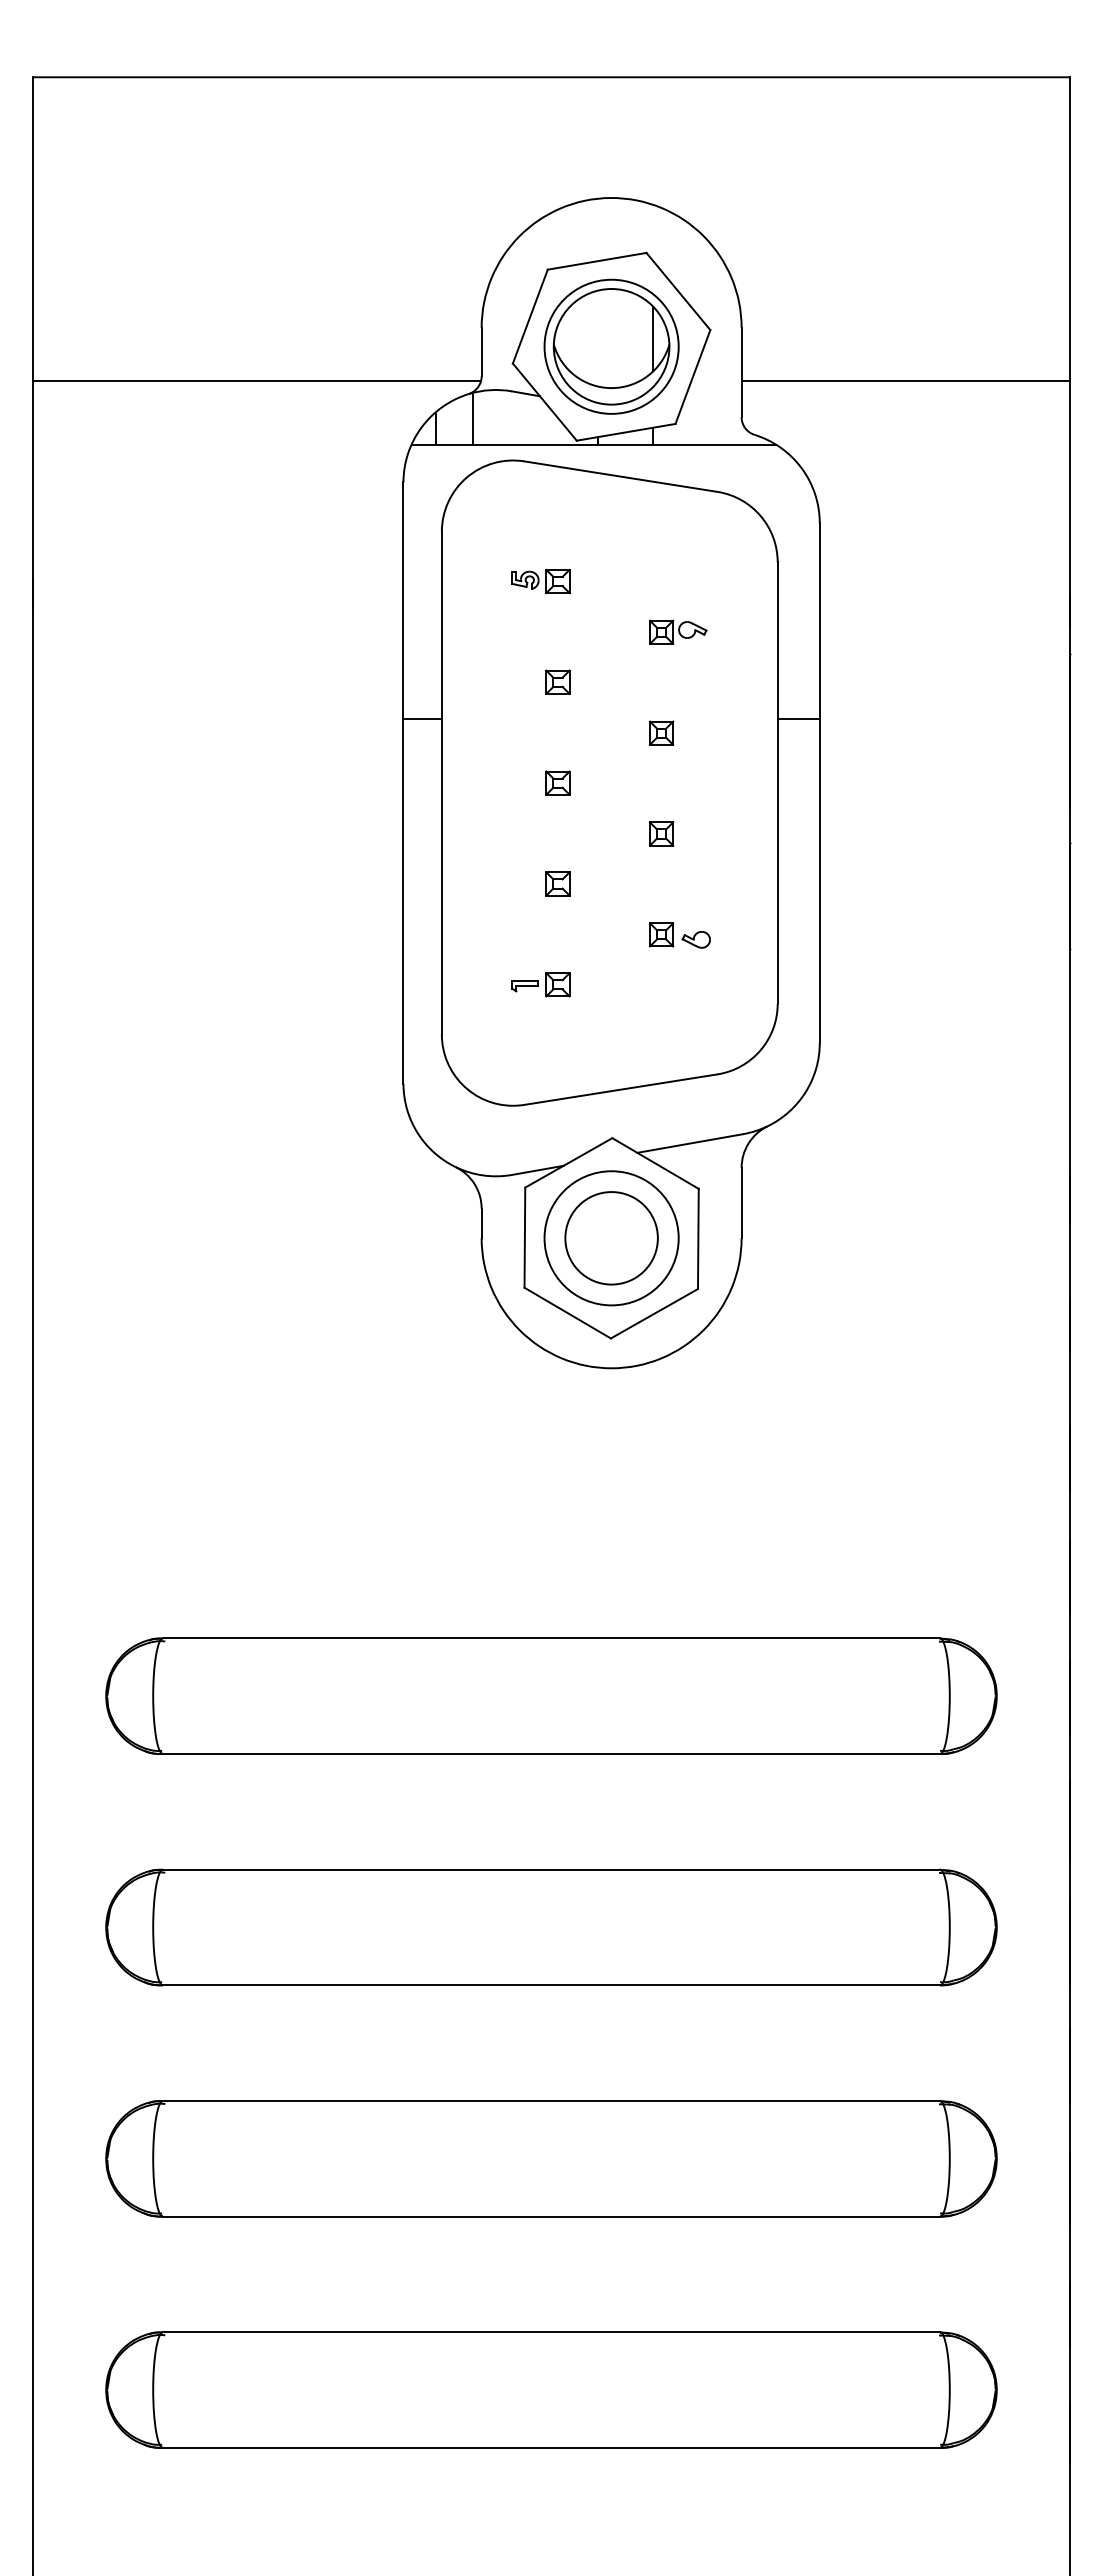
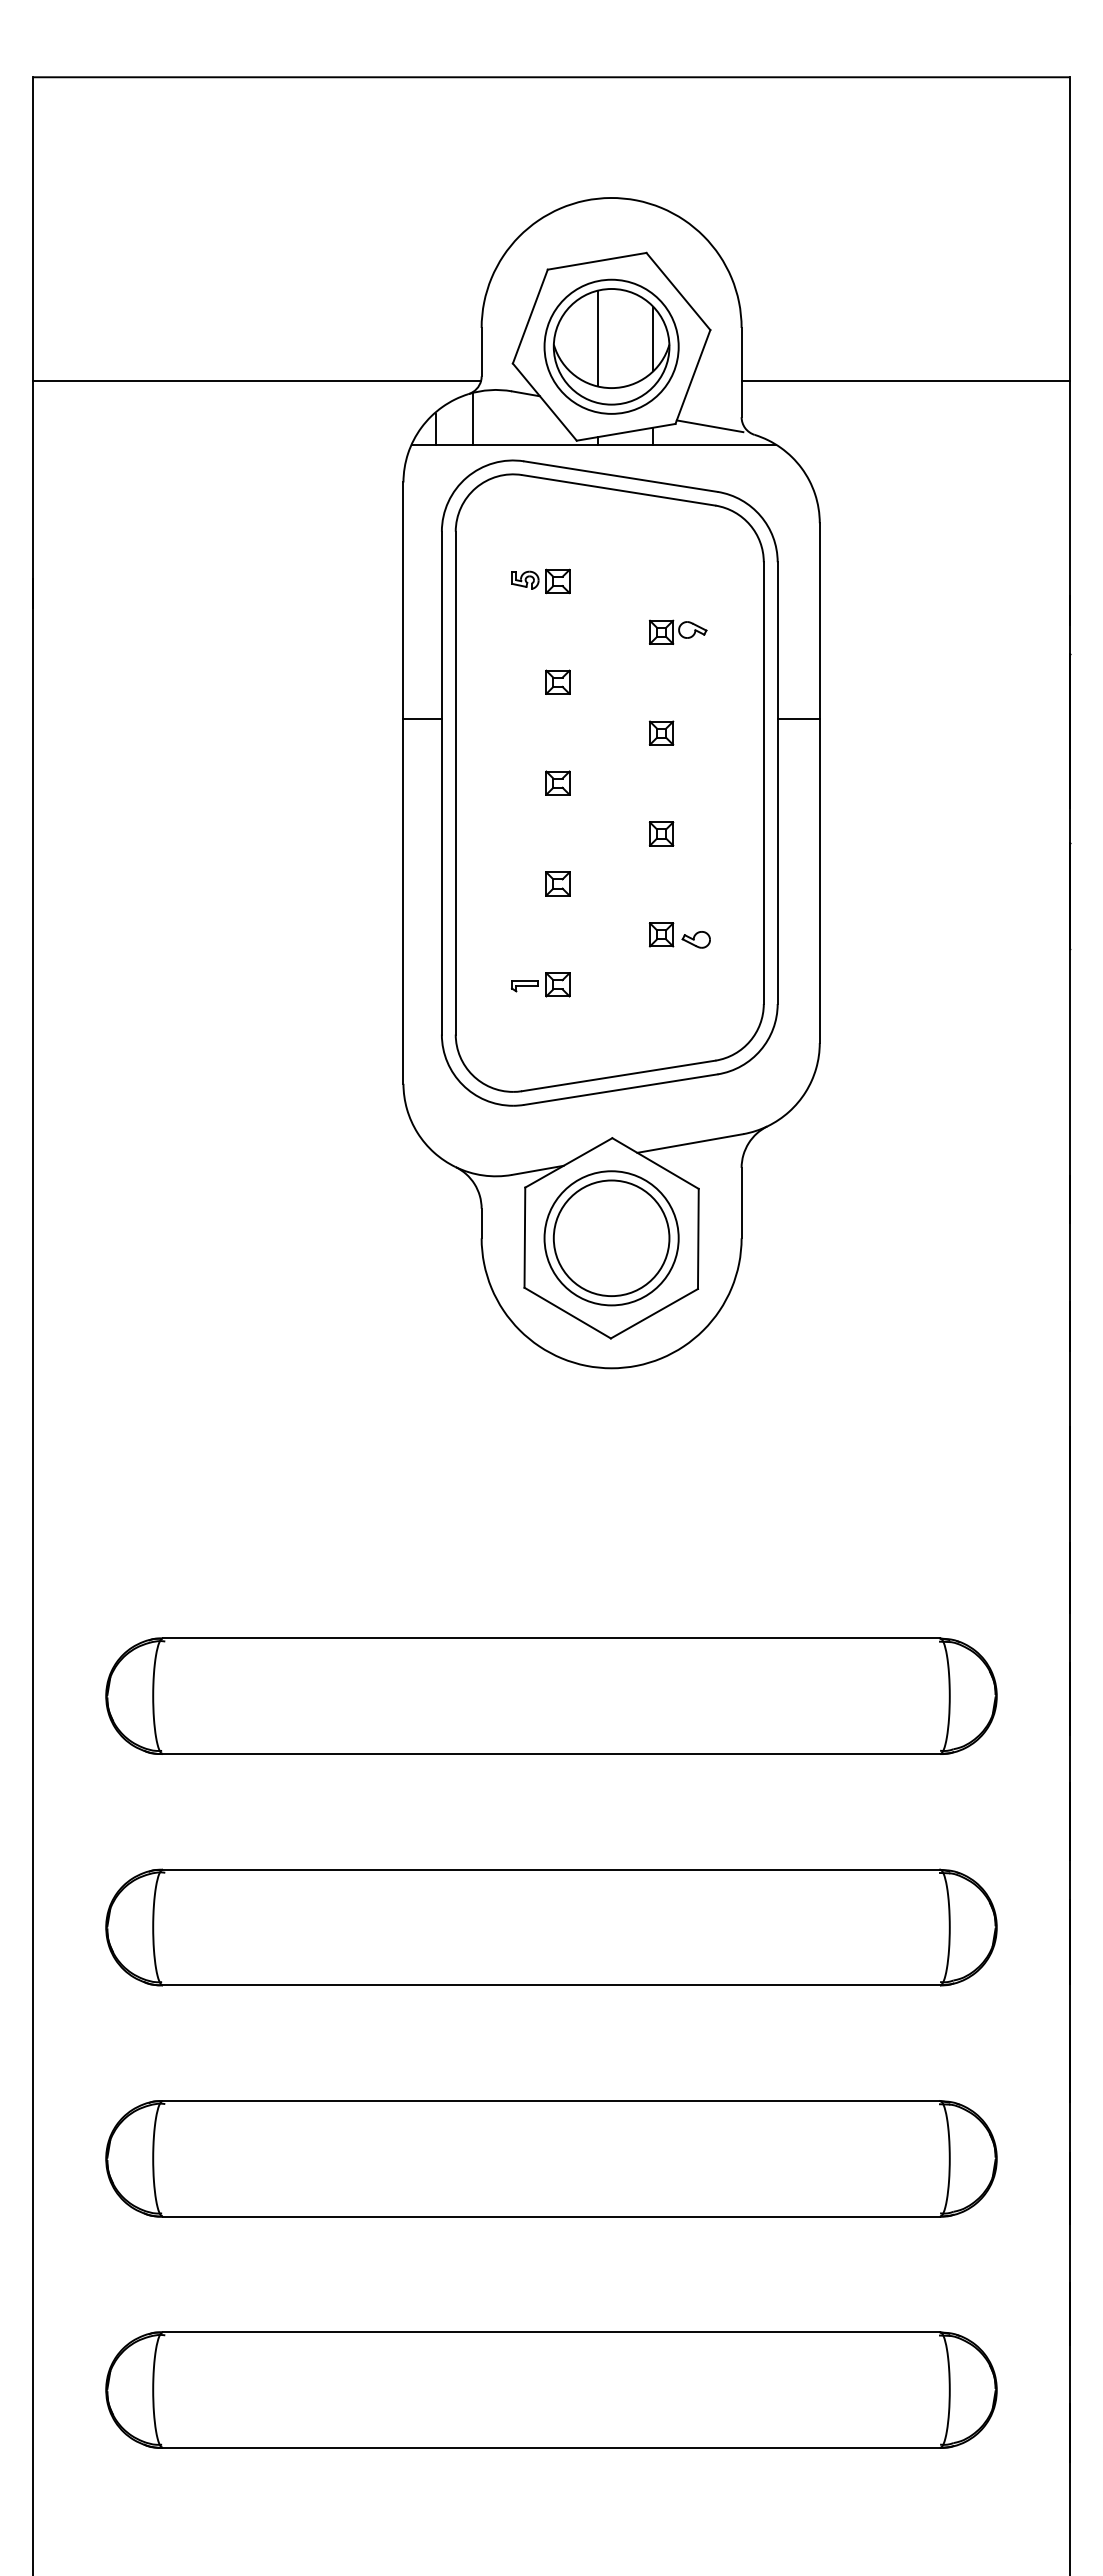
line at (597, 338): none -> present
line at (709, 426): none -> present
part at (609, 782): none -> present
circle at (611, 1238) diameter: 93 px -> 116 px
